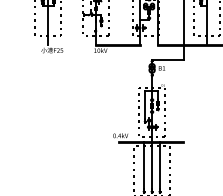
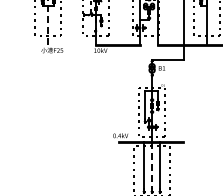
line at (48, 22): solid -> dashed
line at (152, 165): solid -> dashed
